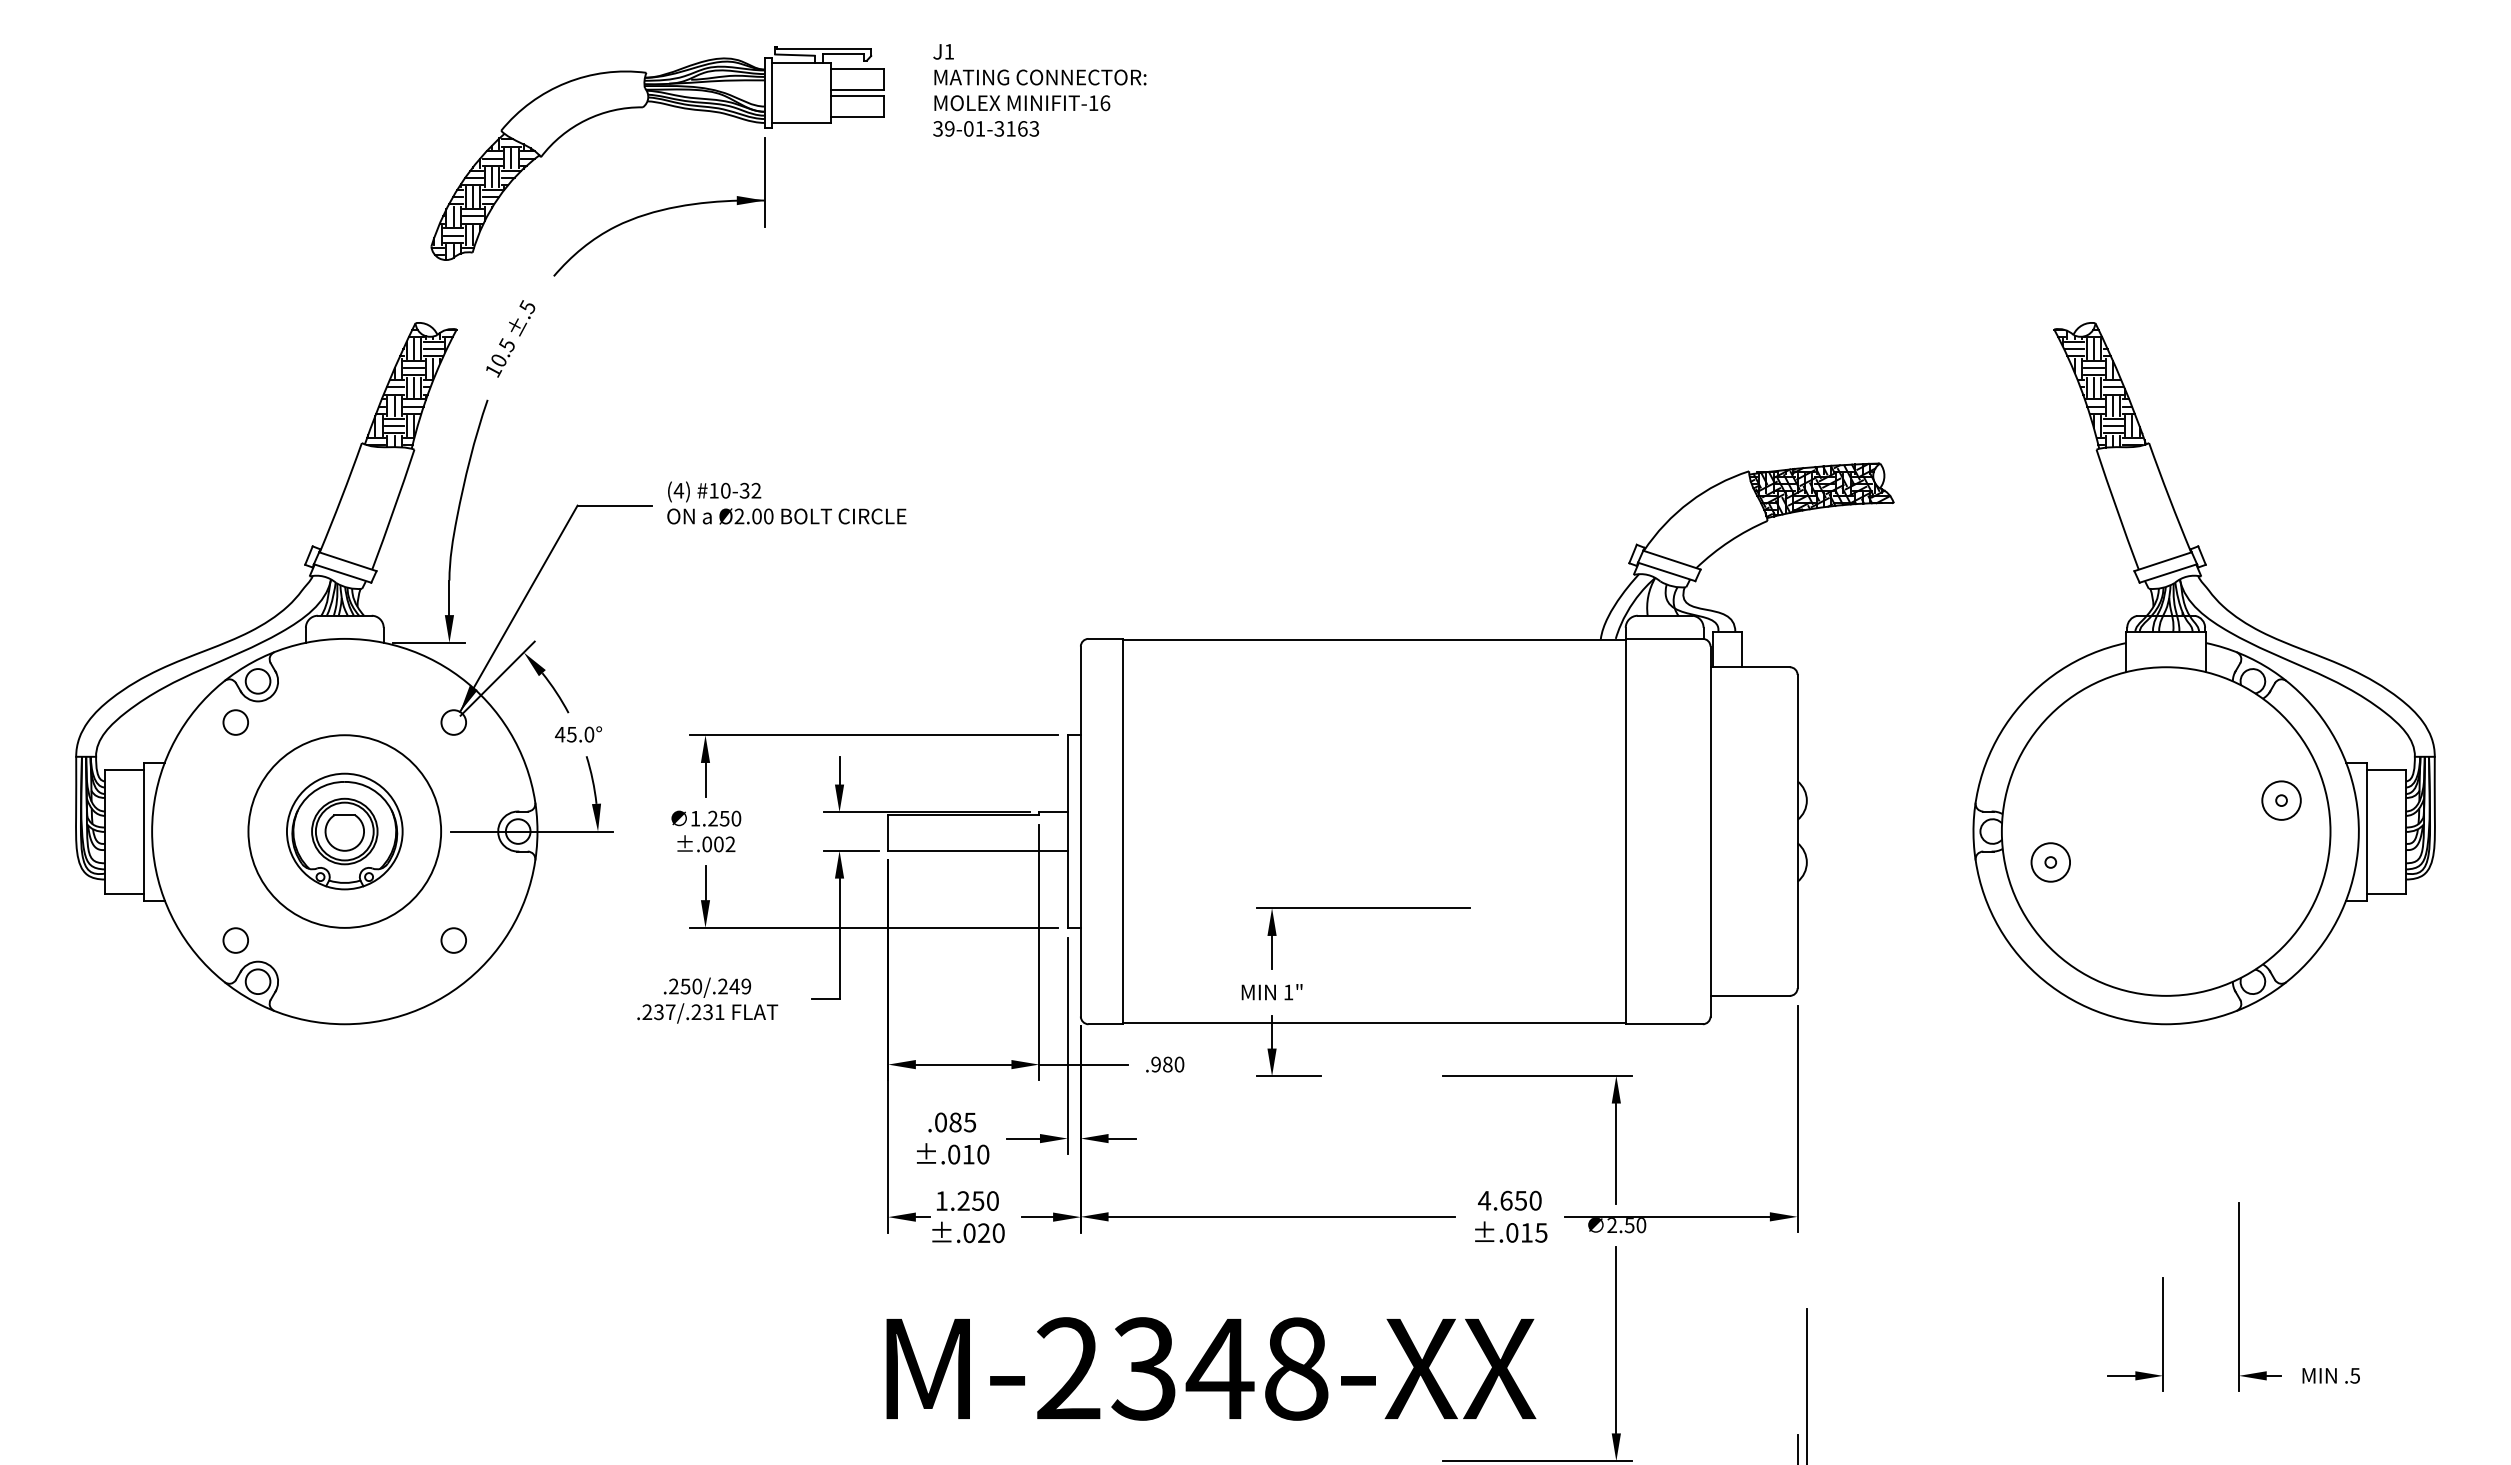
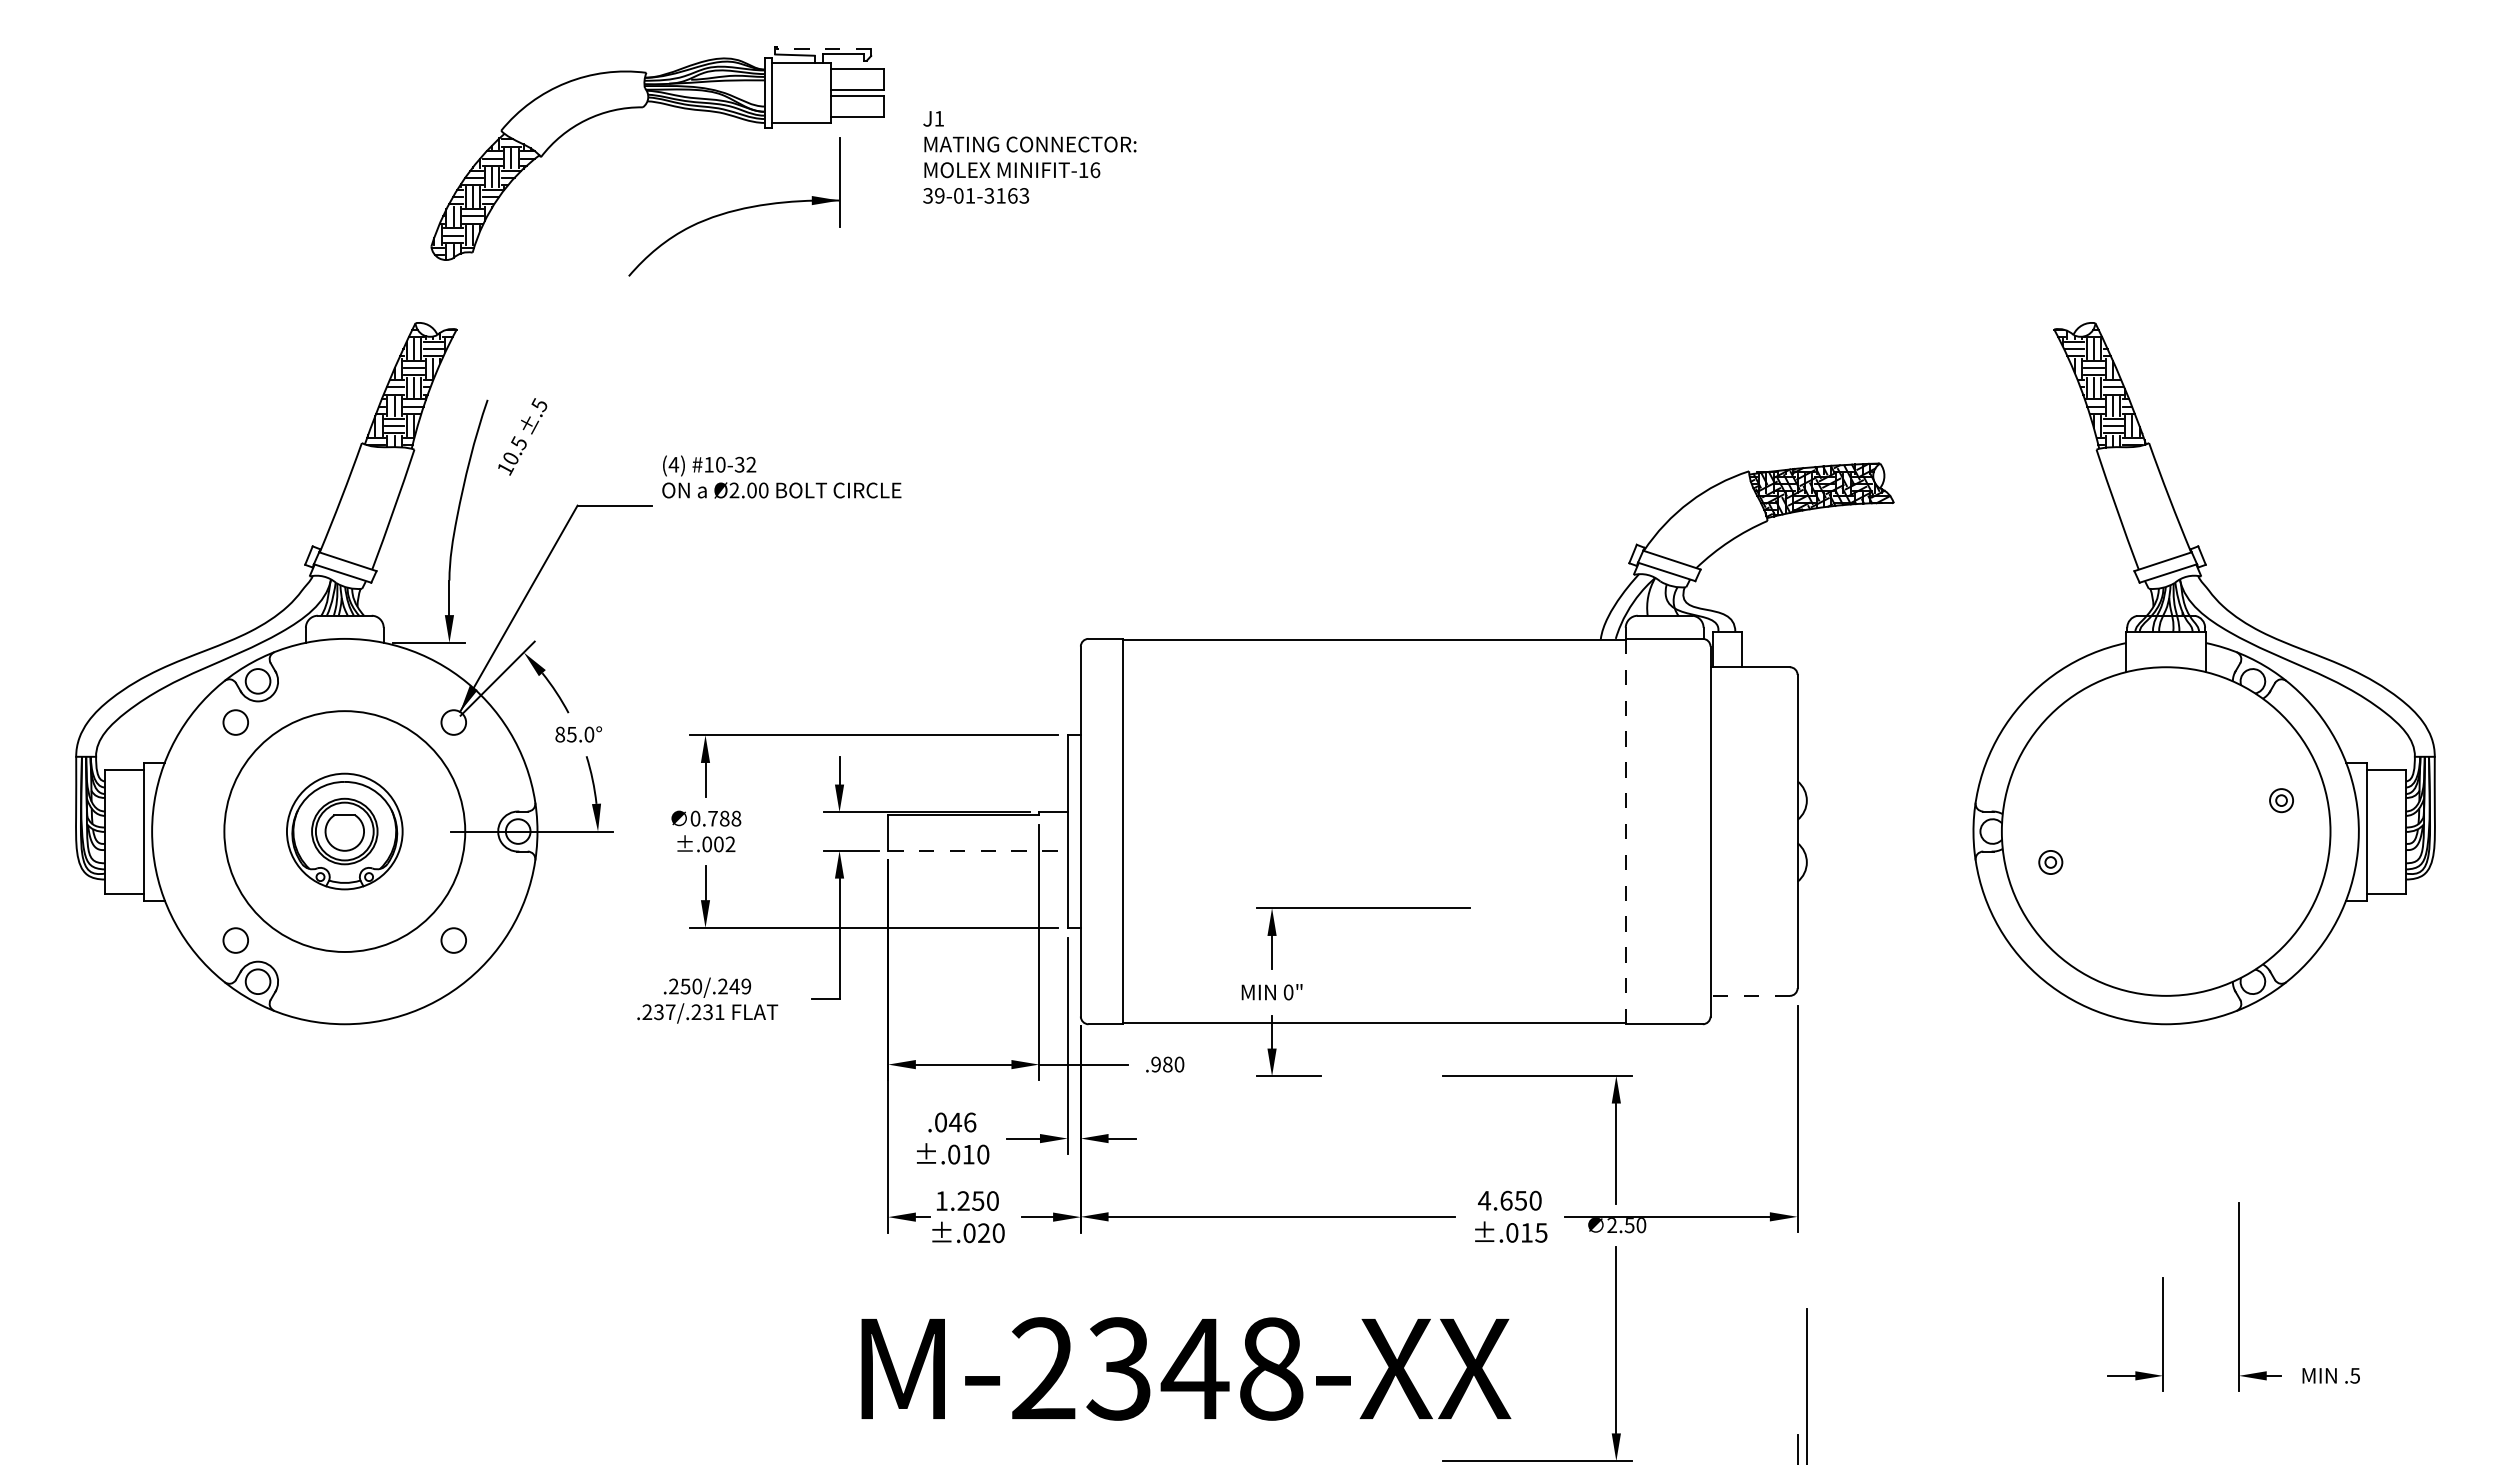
line at (823, 48): solid -> dashed
text at (1039, 90) position: (1039, 90) -> (1029, 157)
part at (659, 206) position: (659, 206) -> (734, 206)
text at (510, 338) position: (510, 338) -> (522, 436)
text at (786, 502) position: (786, 502) -> (781, 476)
text at (559, 734): 45.0° -> 85.0°
circle at (2281, 800) diameter: 39 px -> 23 px
text at (715, 818): 1.250 -> 0.788
circle at (344, 831) diameter: 193 px -> 241 px
line at (1625, 831): solid -> dashed
line at (977, 850): solid -> dashed
circle at (2050, 862) diameter: 39 px -> 23 px
text at (1288, 992): 1" -> 0"
line at (1750, 995): solid -> dashed
text at (962, 1122): .085 -> .046
text at (1211, 1368) position: (1211, 1368) -> (1186, 1368)
